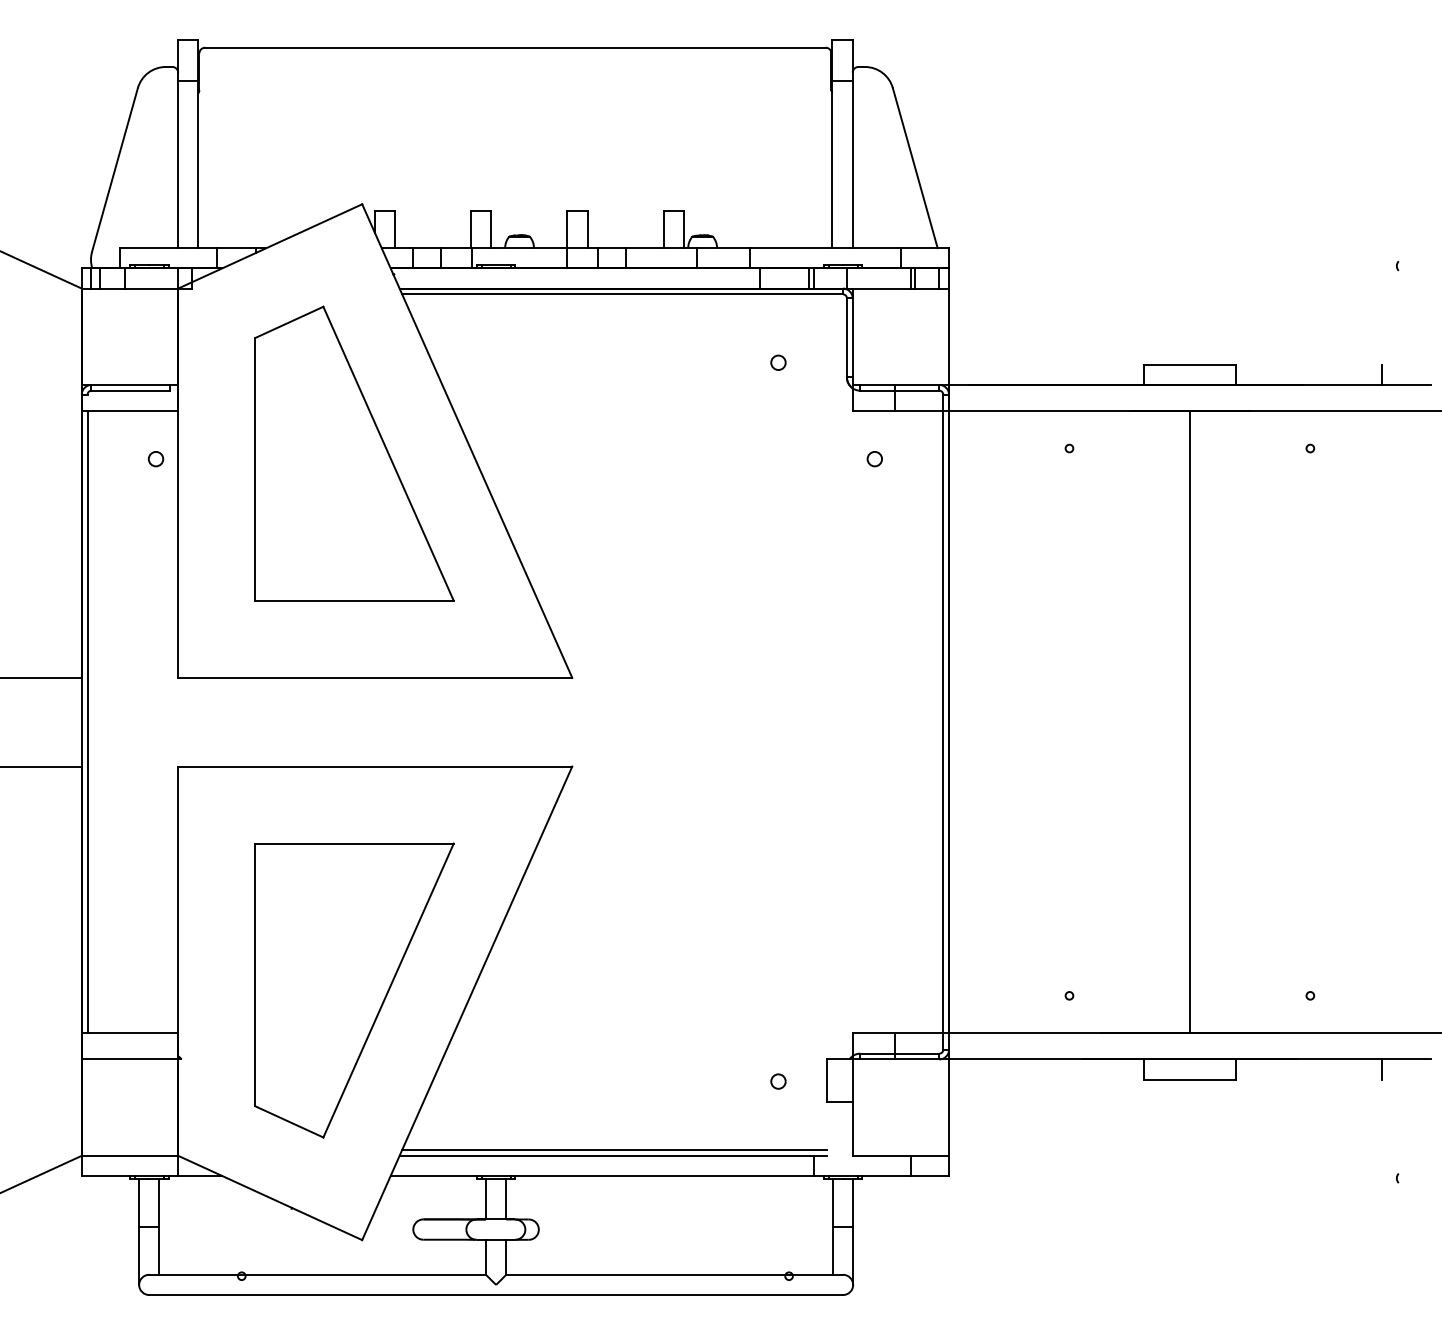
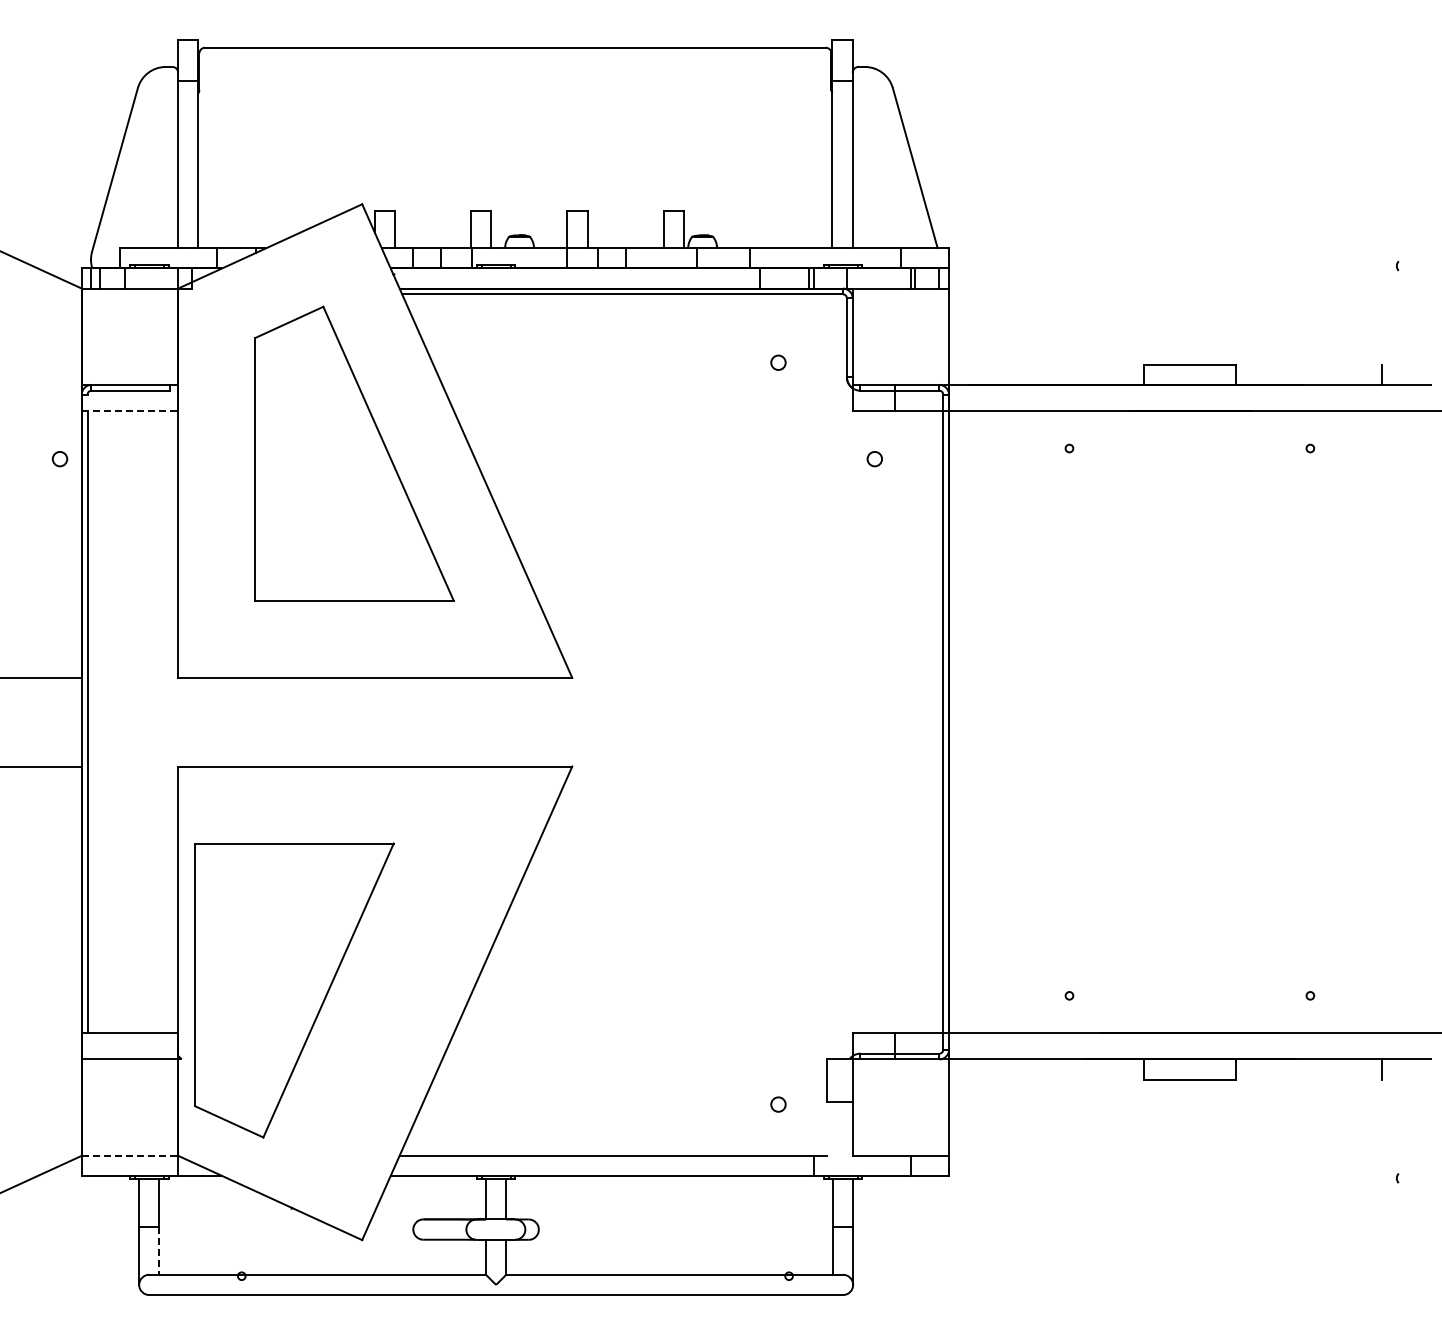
line at (130, 410): solid -> dashed
circle at (155, 459) position: (155, 459) -> (59, 459)
line at (1189, 721): present -> none
part at (354, 990) position: (354, 990) -> (294, 990)
circle at (778, 1081) position: (778, 1081) -> (778, 1104)
line at (614, 1150): present -> none
line at (130, 1155): solid -> dashed
line at (159, 1250): solid -> dashed
